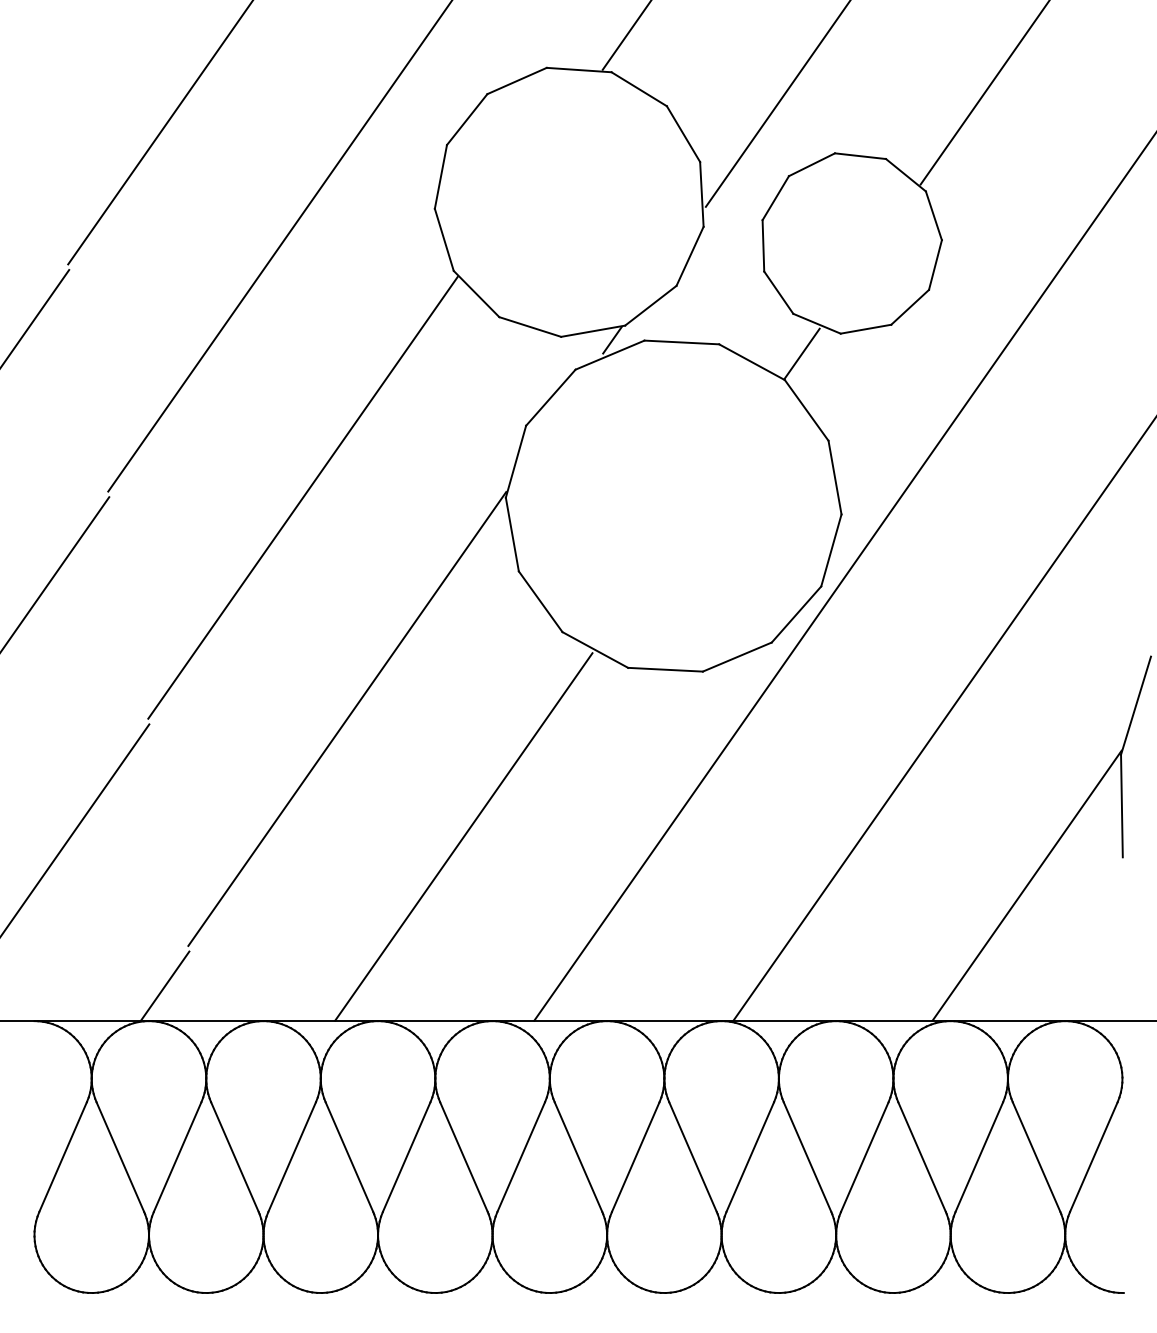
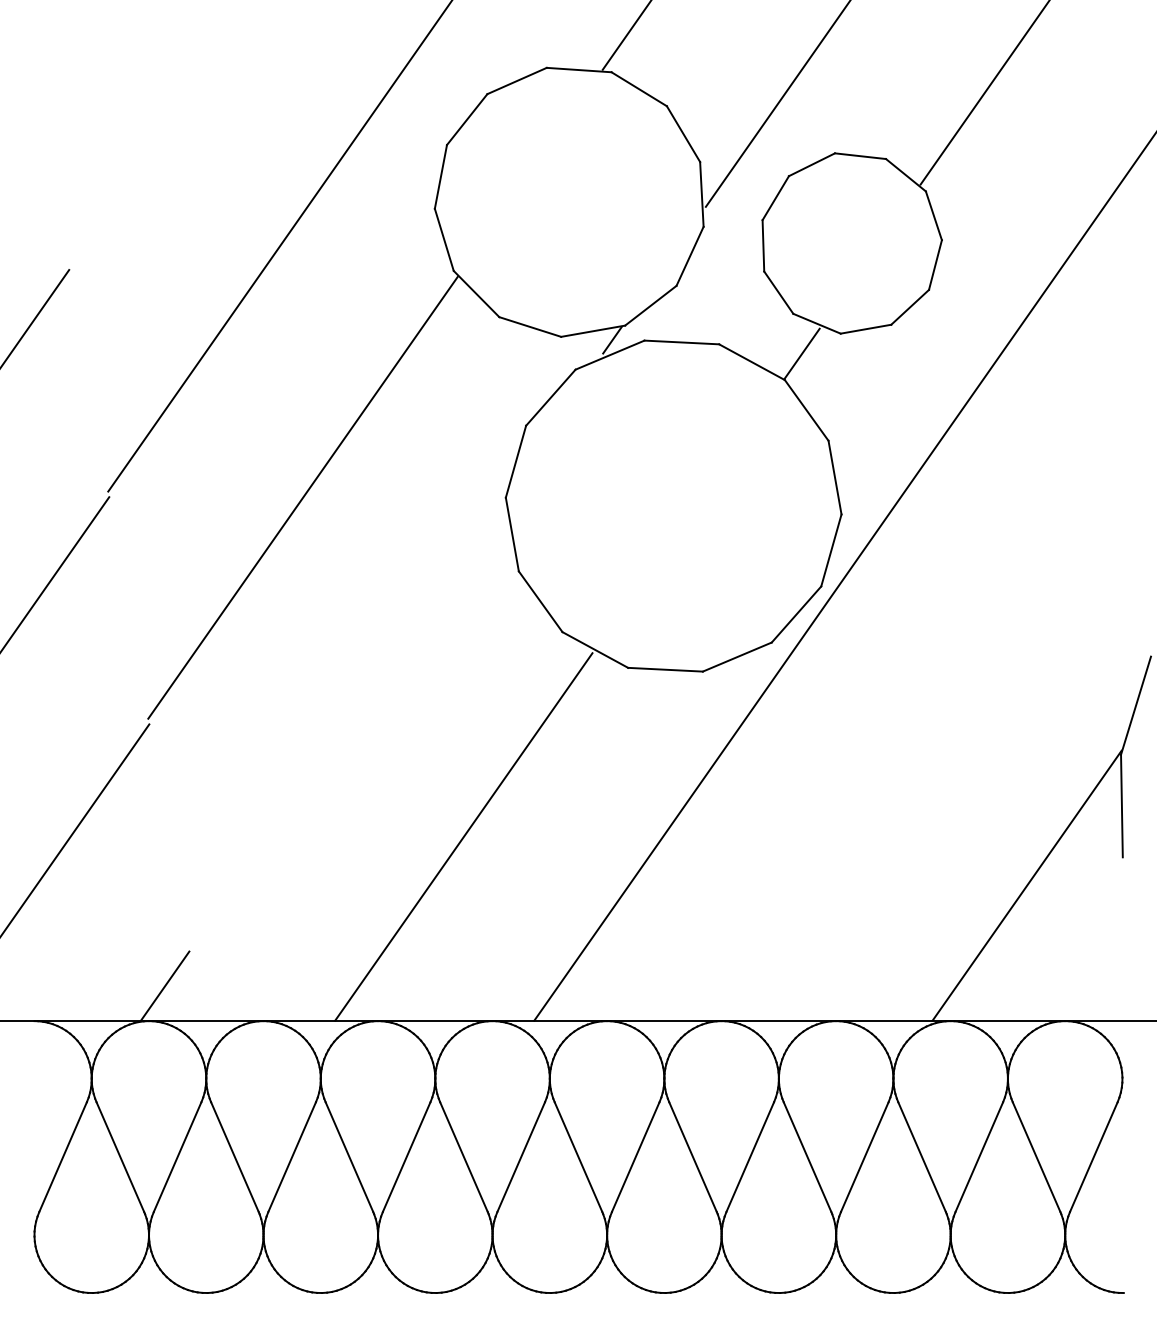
line at (159, 133): present -> none
line at (347, 718): present -> none
line at (943, 720): present -> none
